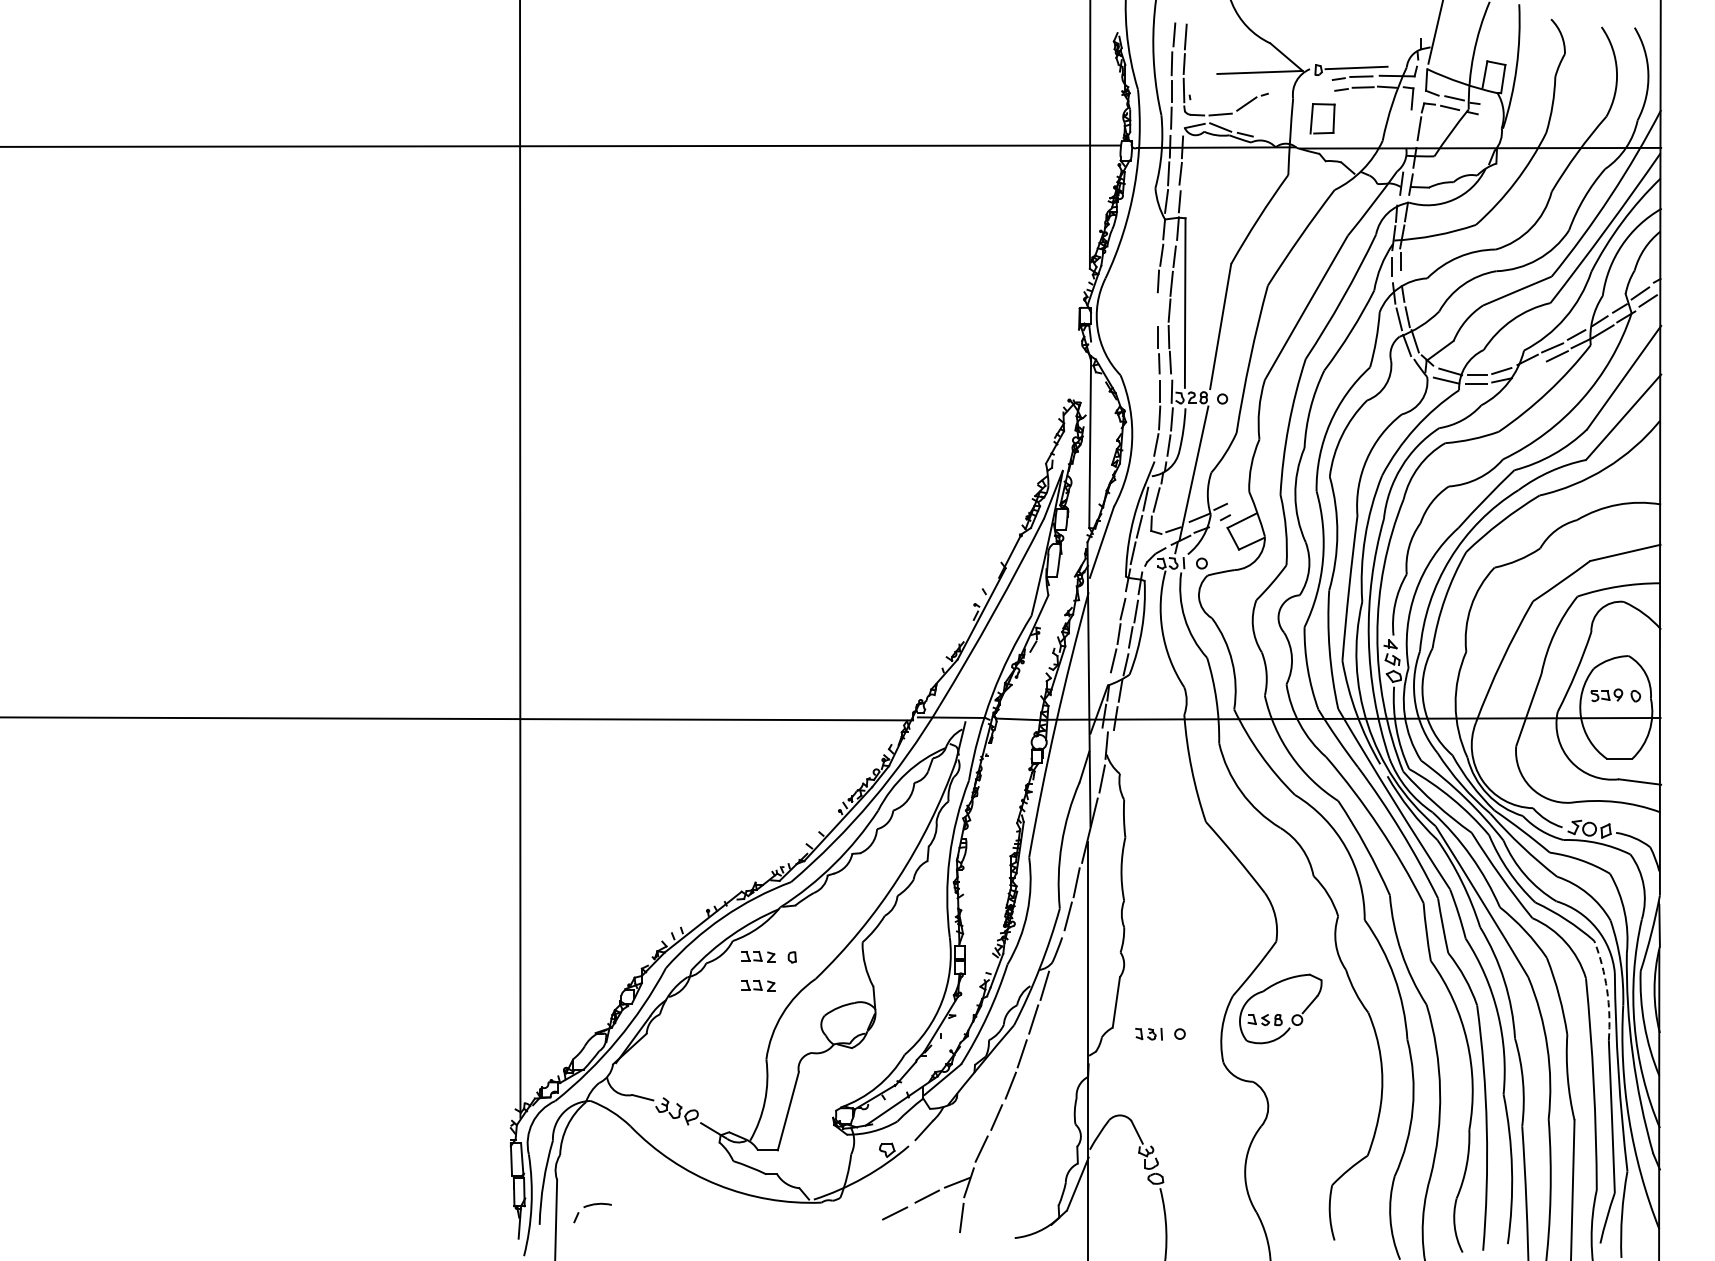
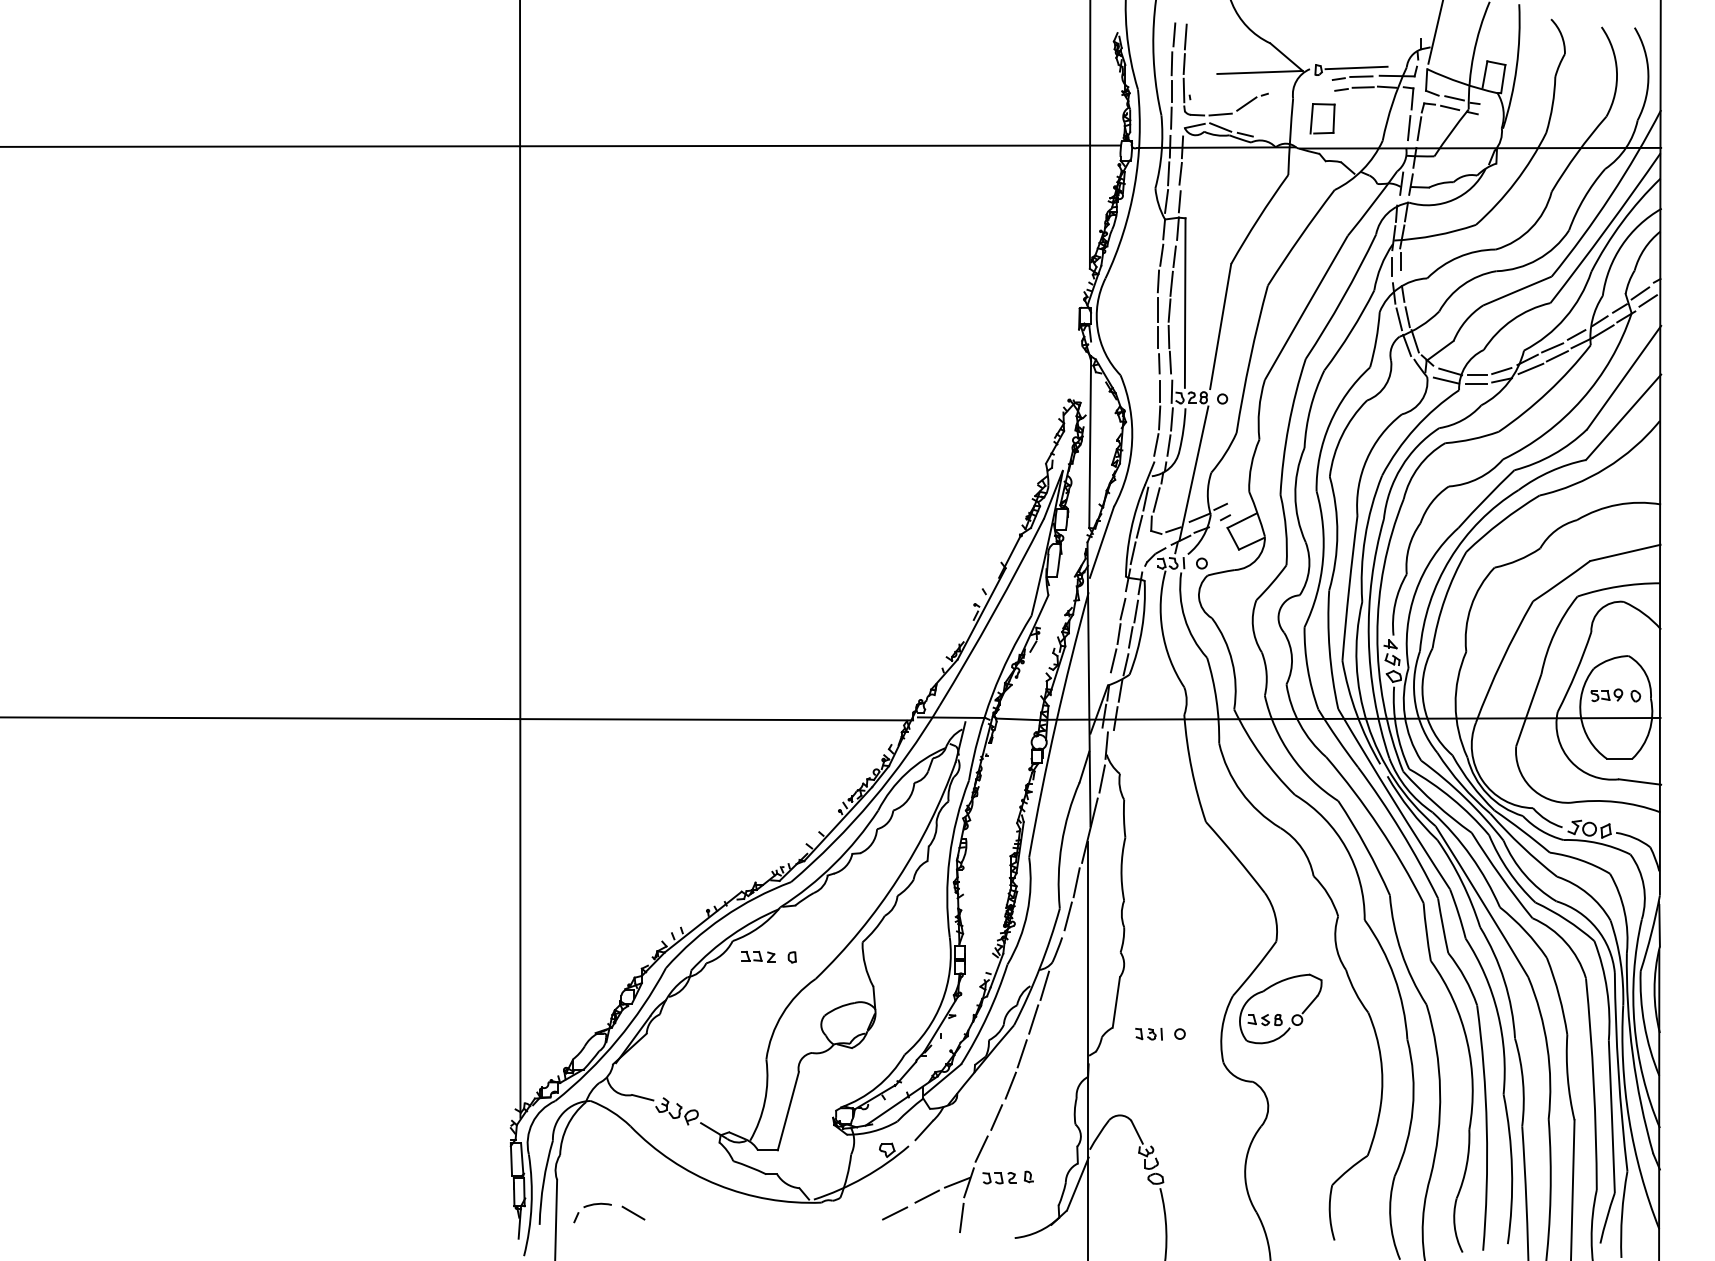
line at (1408, 128): none -> present
line at (1157, 309): none -> present
line at (1530, 368): none -> present
part at (758, 985): present -> none
arc at (1607, 989): dashed -> solid
part at (1007, 1177): none -> present
line at (633, 1212): none -> present
